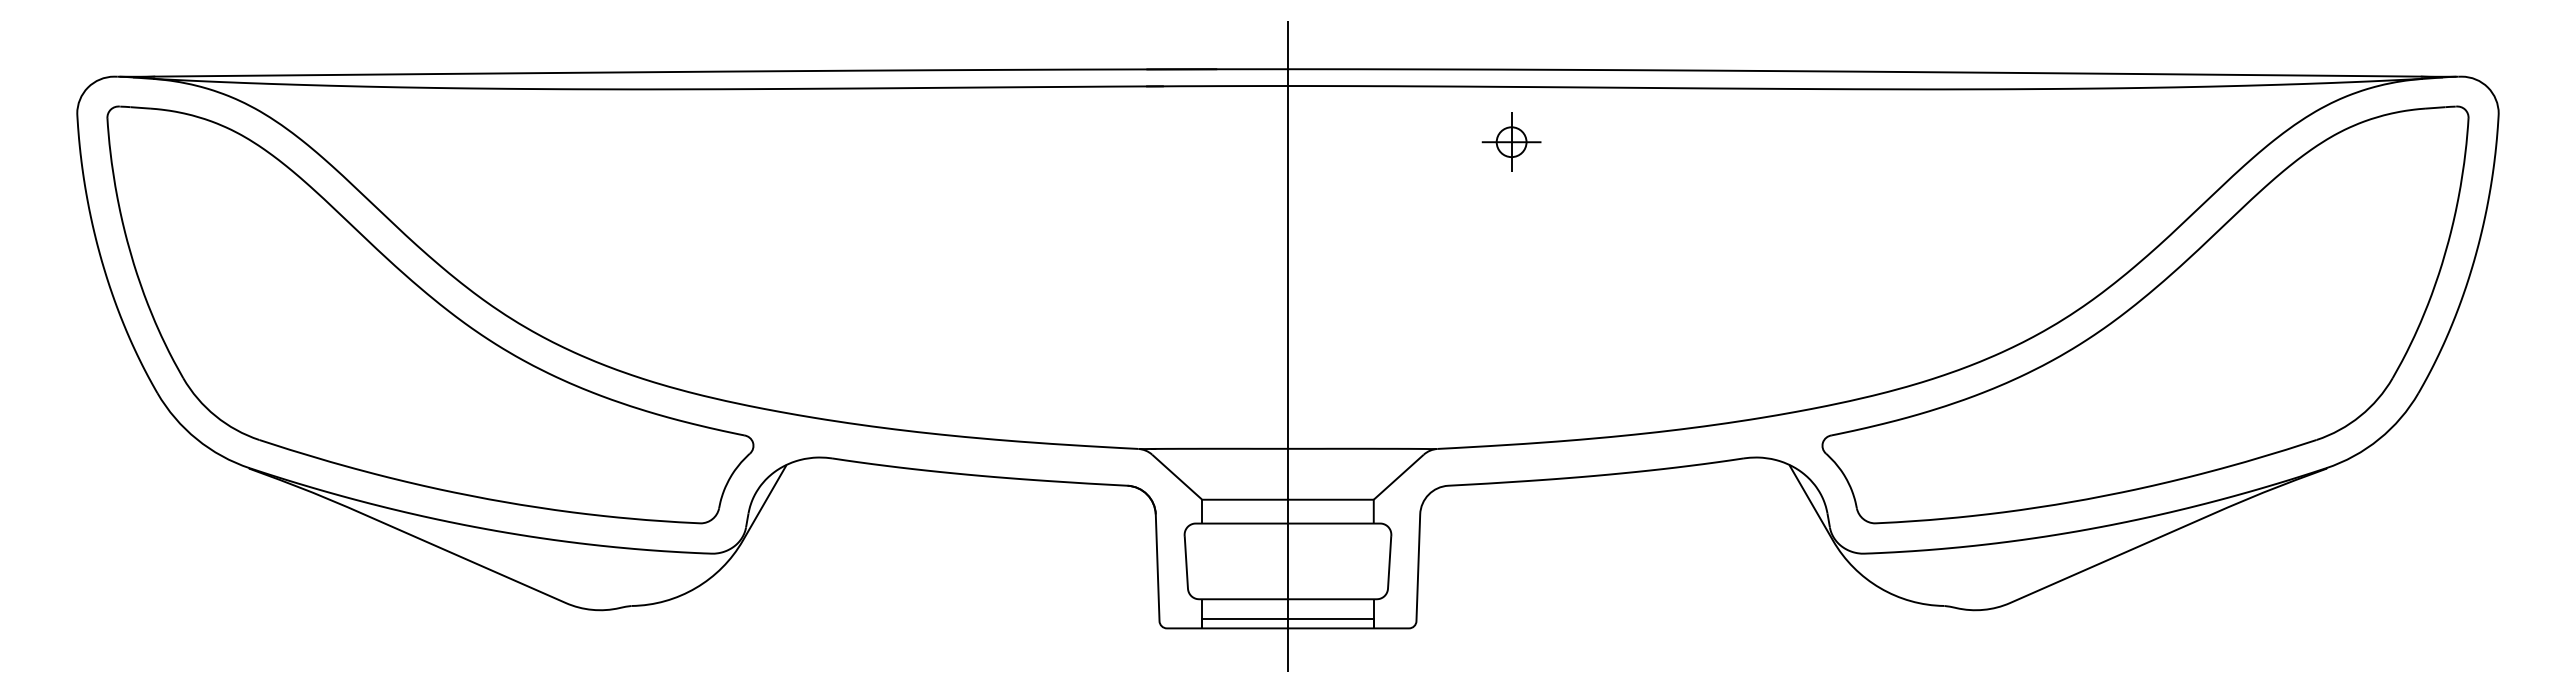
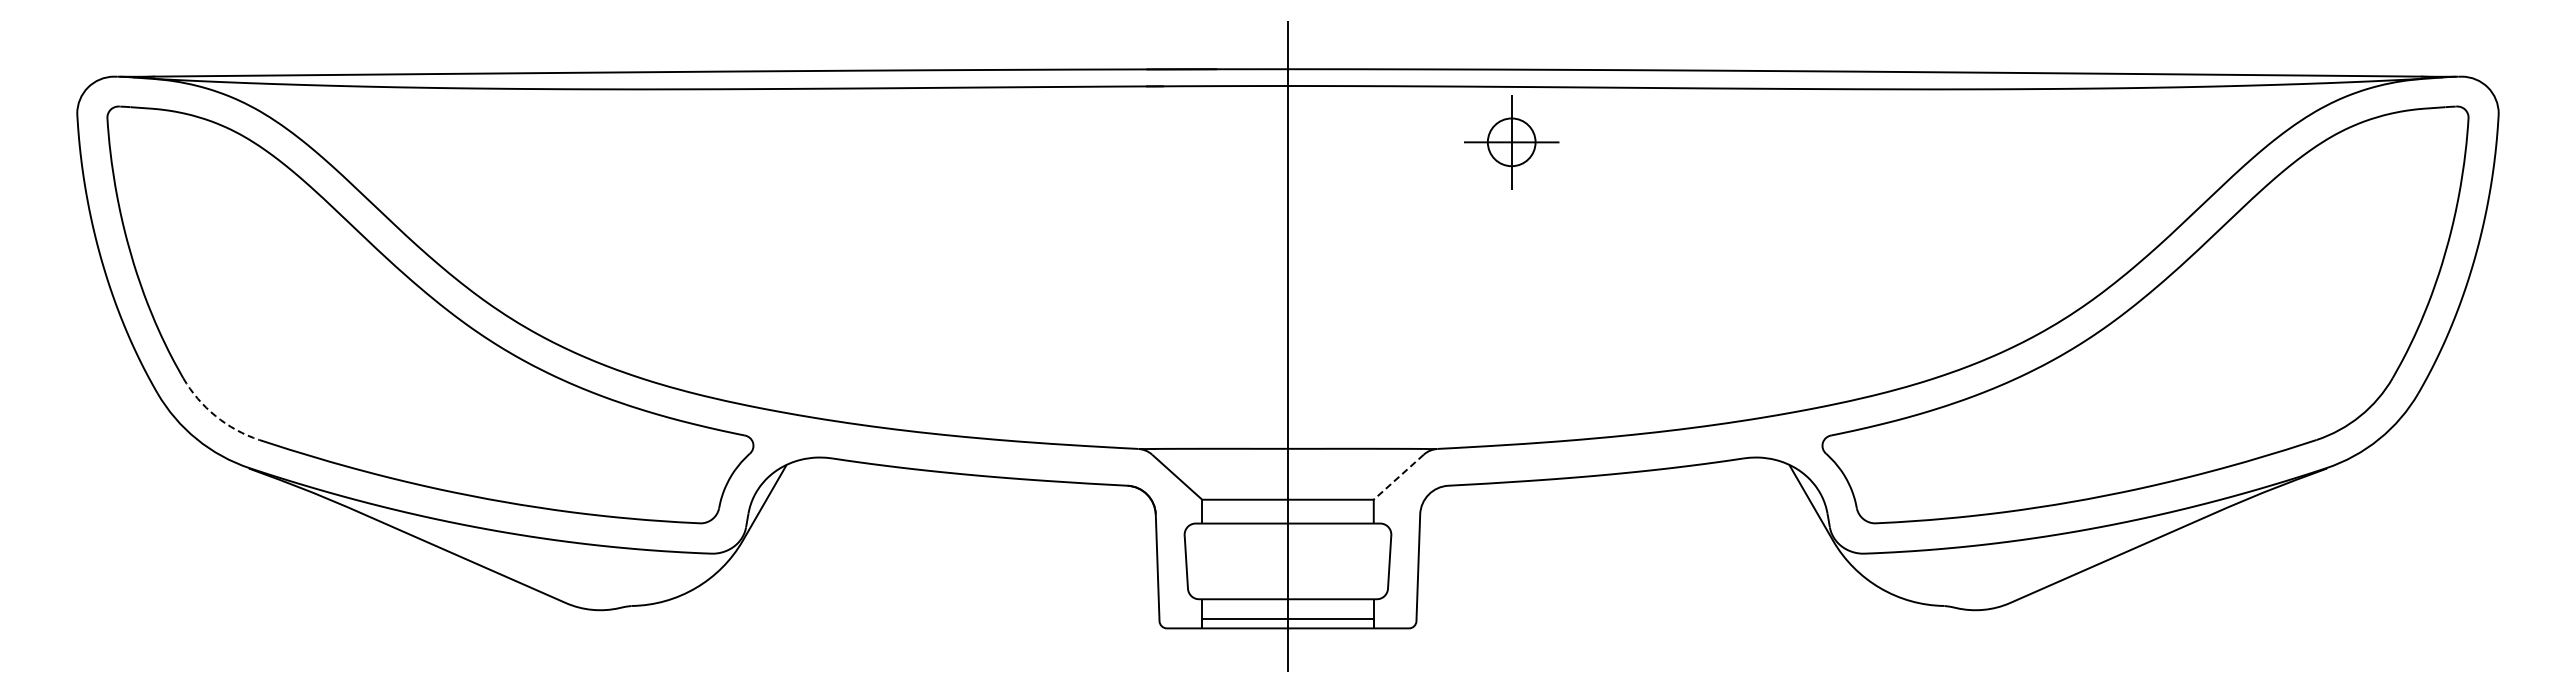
part at (1511, 141) size: 61x60 px -> 96x95 px
line at (215, 416): solid -> dashed
line at (1398, 477): solid -> dashed
